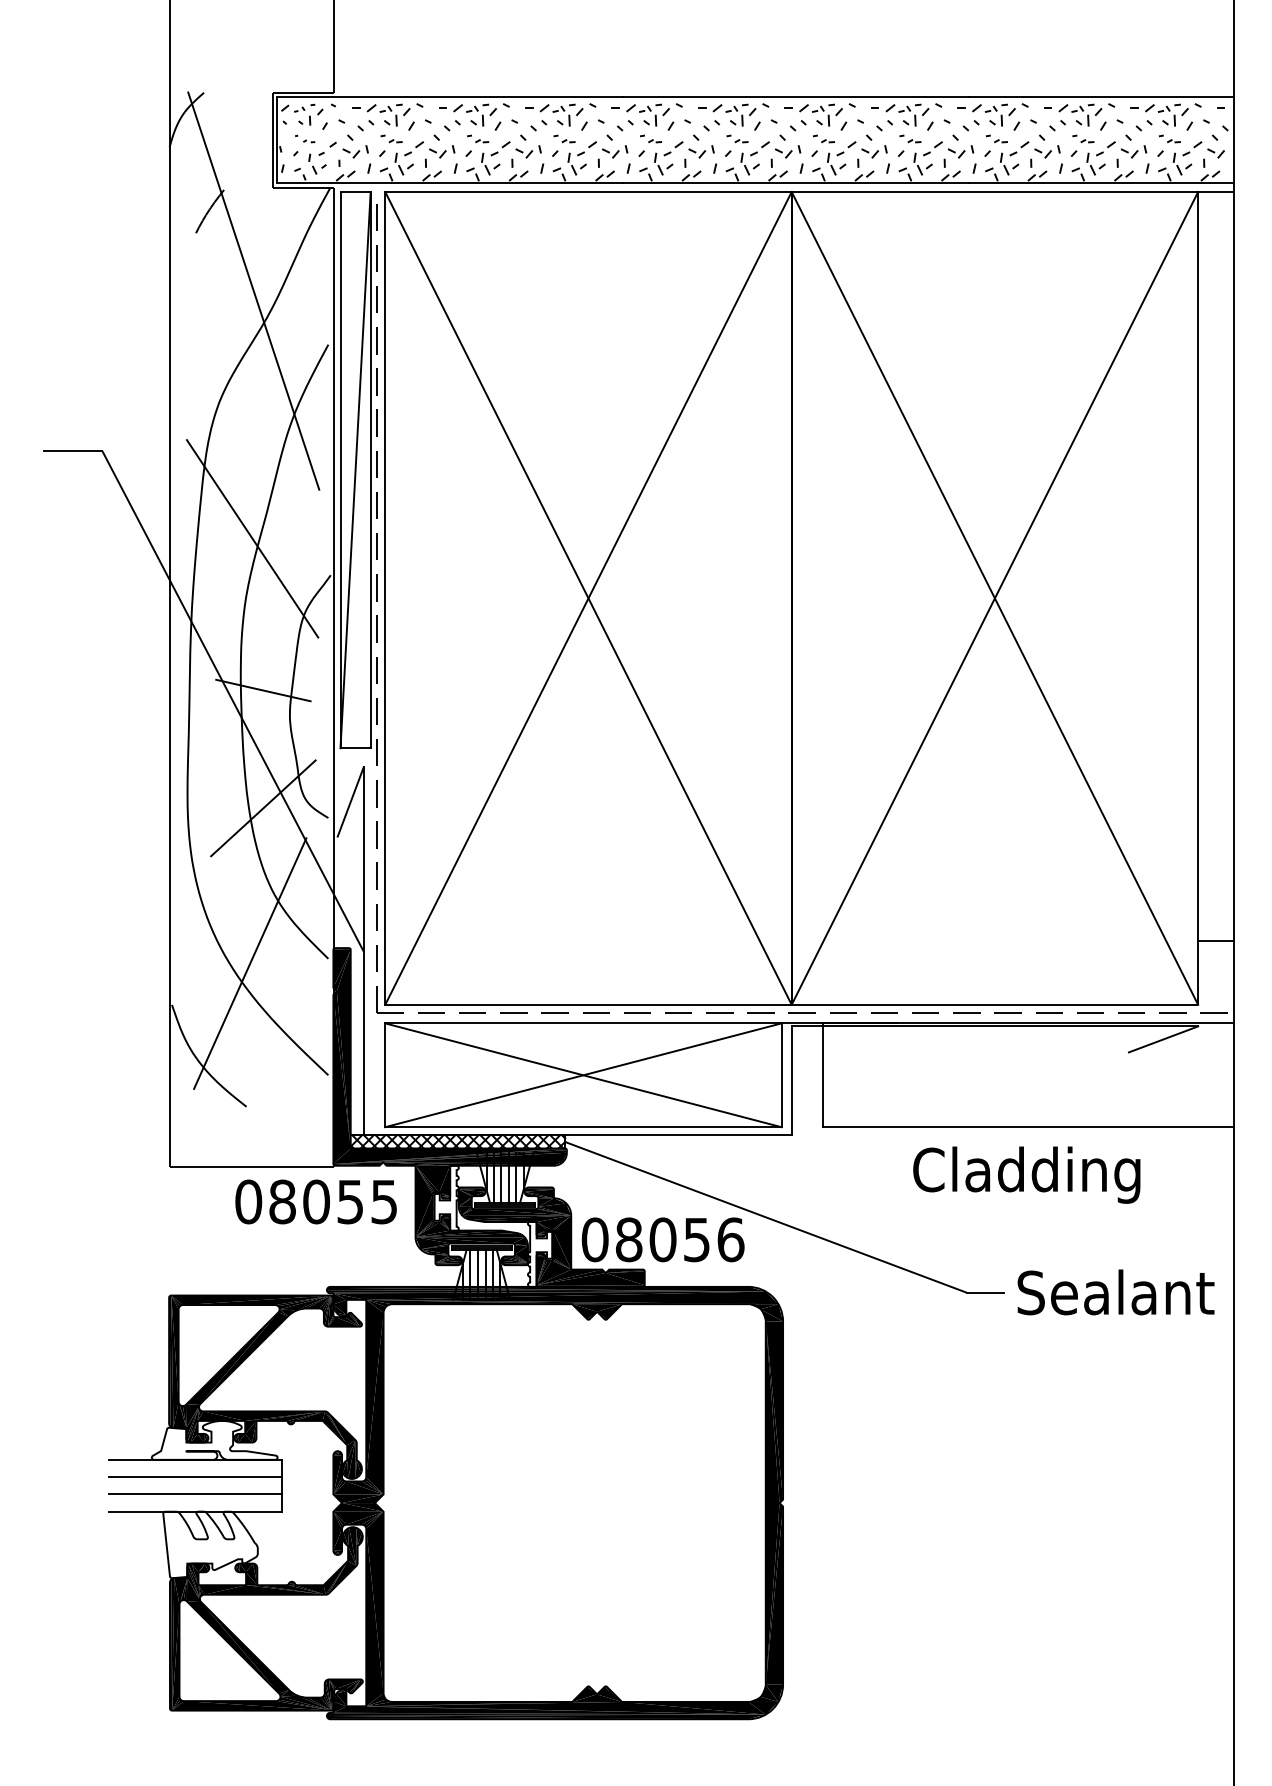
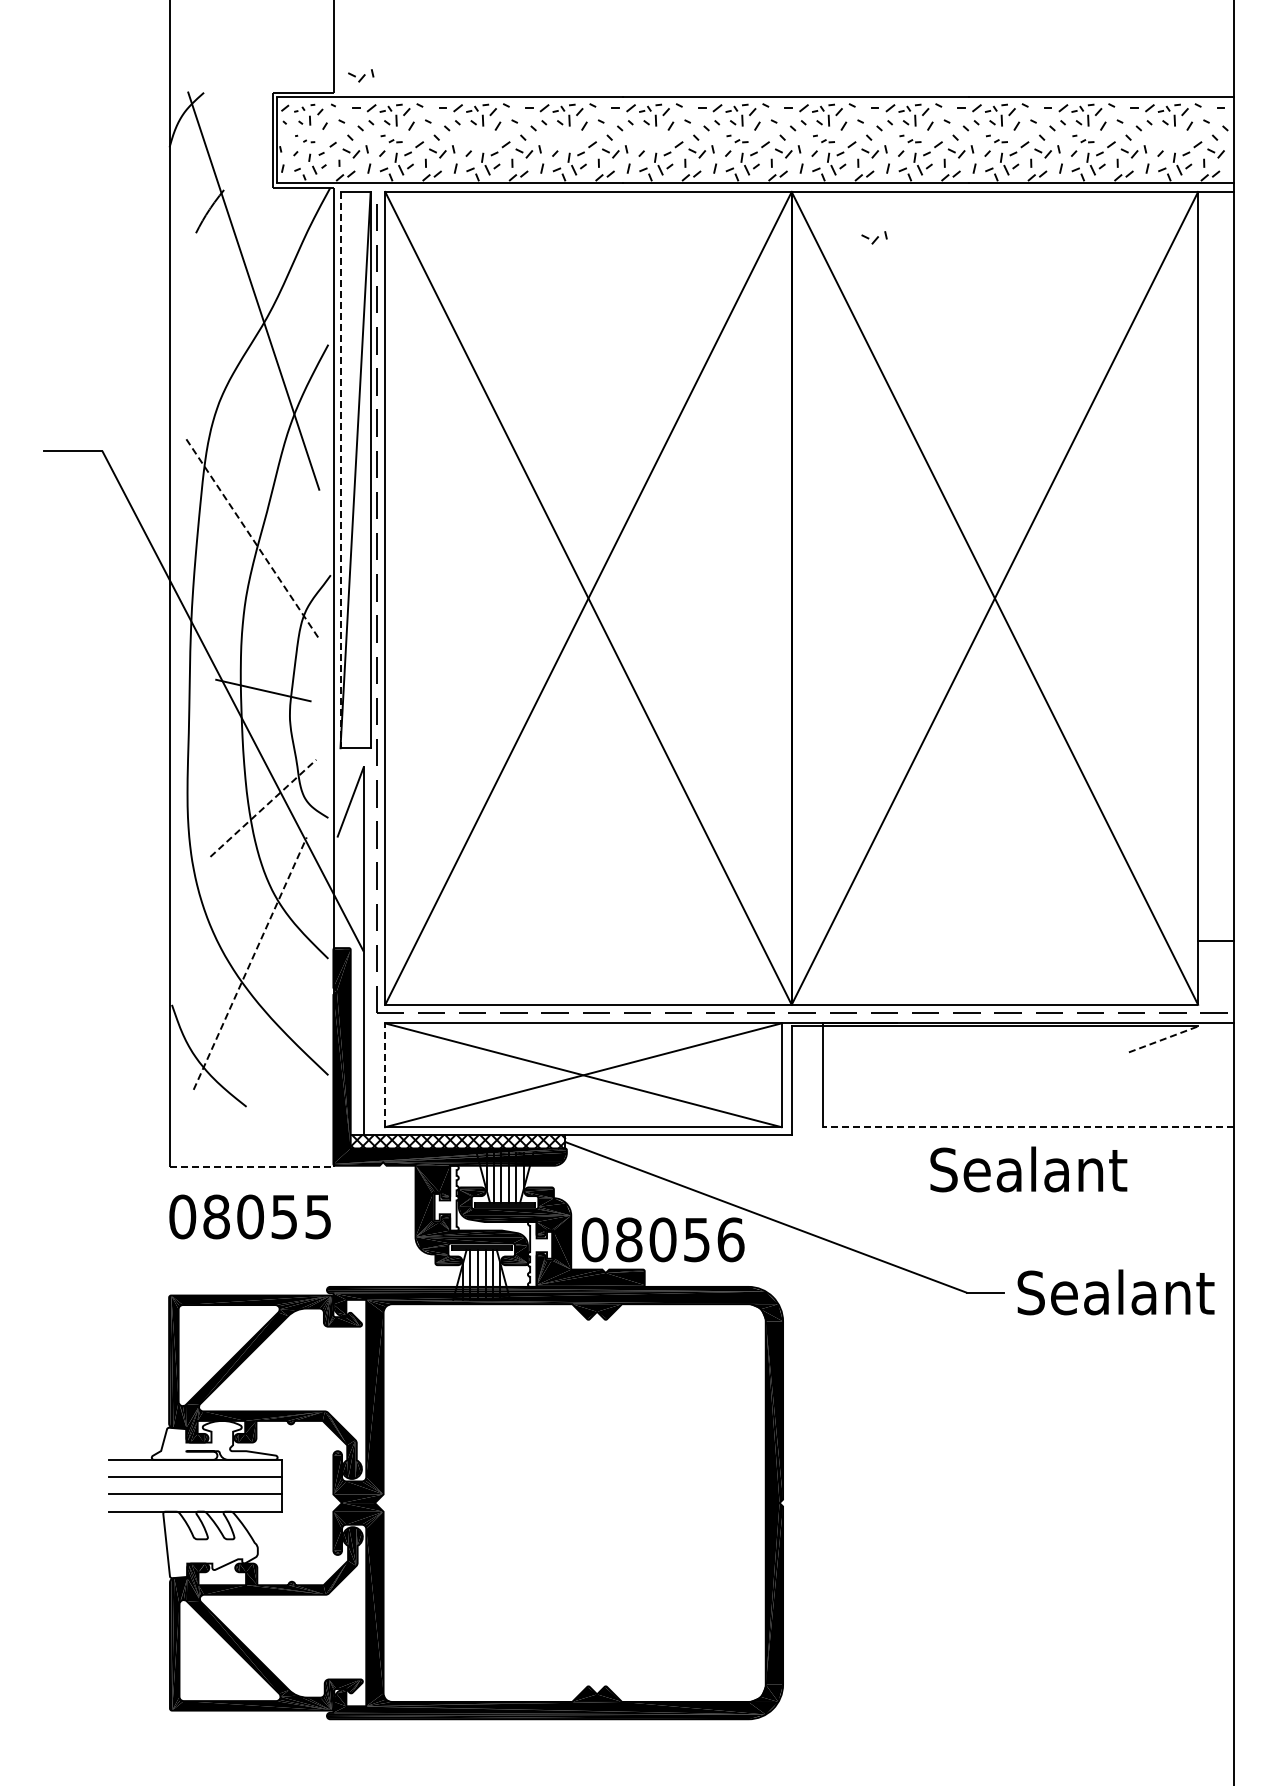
part at (361, 75): none -> present
part at (478, 138): present -> none
part at (564, 138): present -> none
part at (651, 138): present -> none
part at (1169, 138): present -> none
part at (874, 237): none -> present
line at (340, 470): solid -> dashed
line at (252, 538): solid -> dashed
line at (263, 808): solid -> dashed
line at (250, 963): solid -> dashed
line at (1163, 1039): solid -> dashed
line at (385, 1075): solid -> dashed
line at (1028, 1127): solid -> dashed
line at (252, 1166): solid -> dashed
text at (1026, 1174): Cladding -> Sealant
text at (315, 1201) position: (315, 1201) -> (249, 1216)
